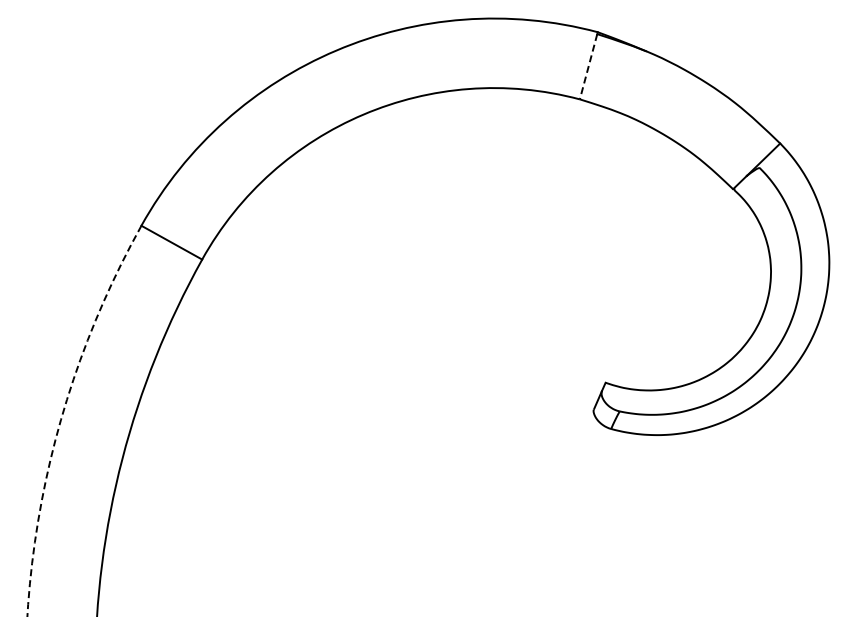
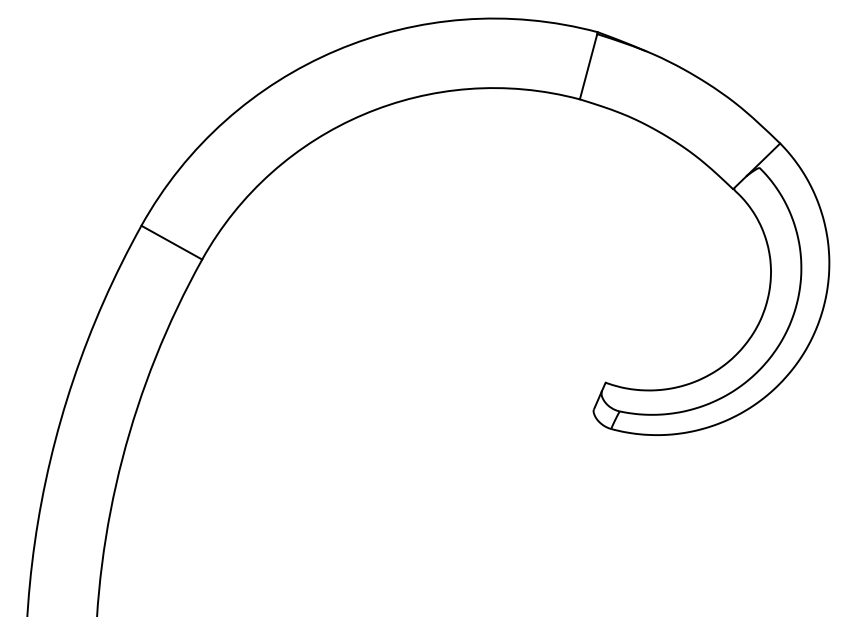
line at (588, 66): dashed -> solid
arc at (62, 413): dashed -> solid
